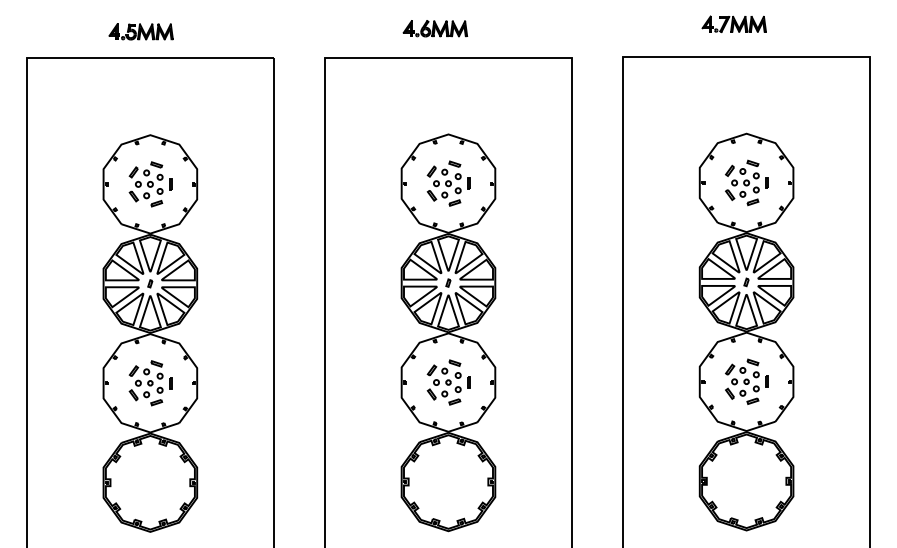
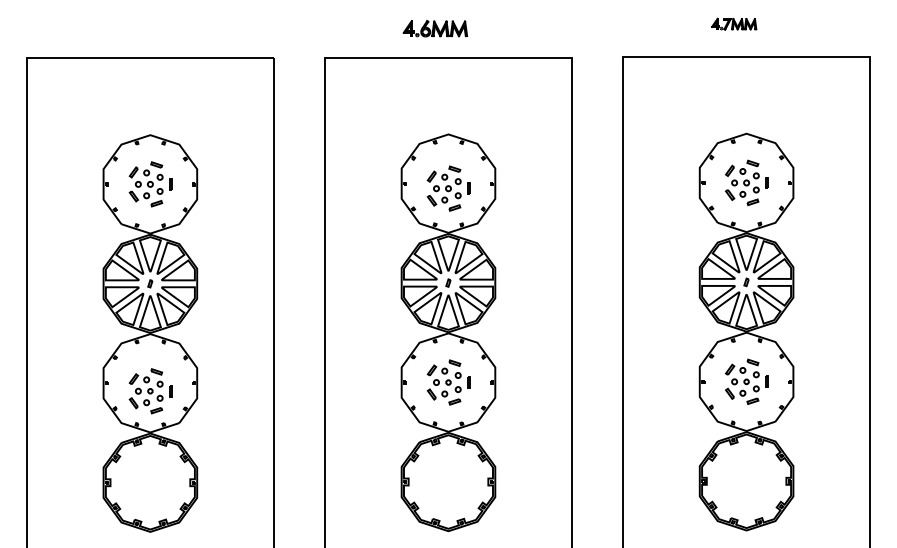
part at (733, 23) size: 66x18 px -> 47x14 px
part at (140, 31): present -> none
part at (448, 183) position: (448, 183) -> (448, 188)
part at (150, 383) position: (150, 383) -> (150, 391)
